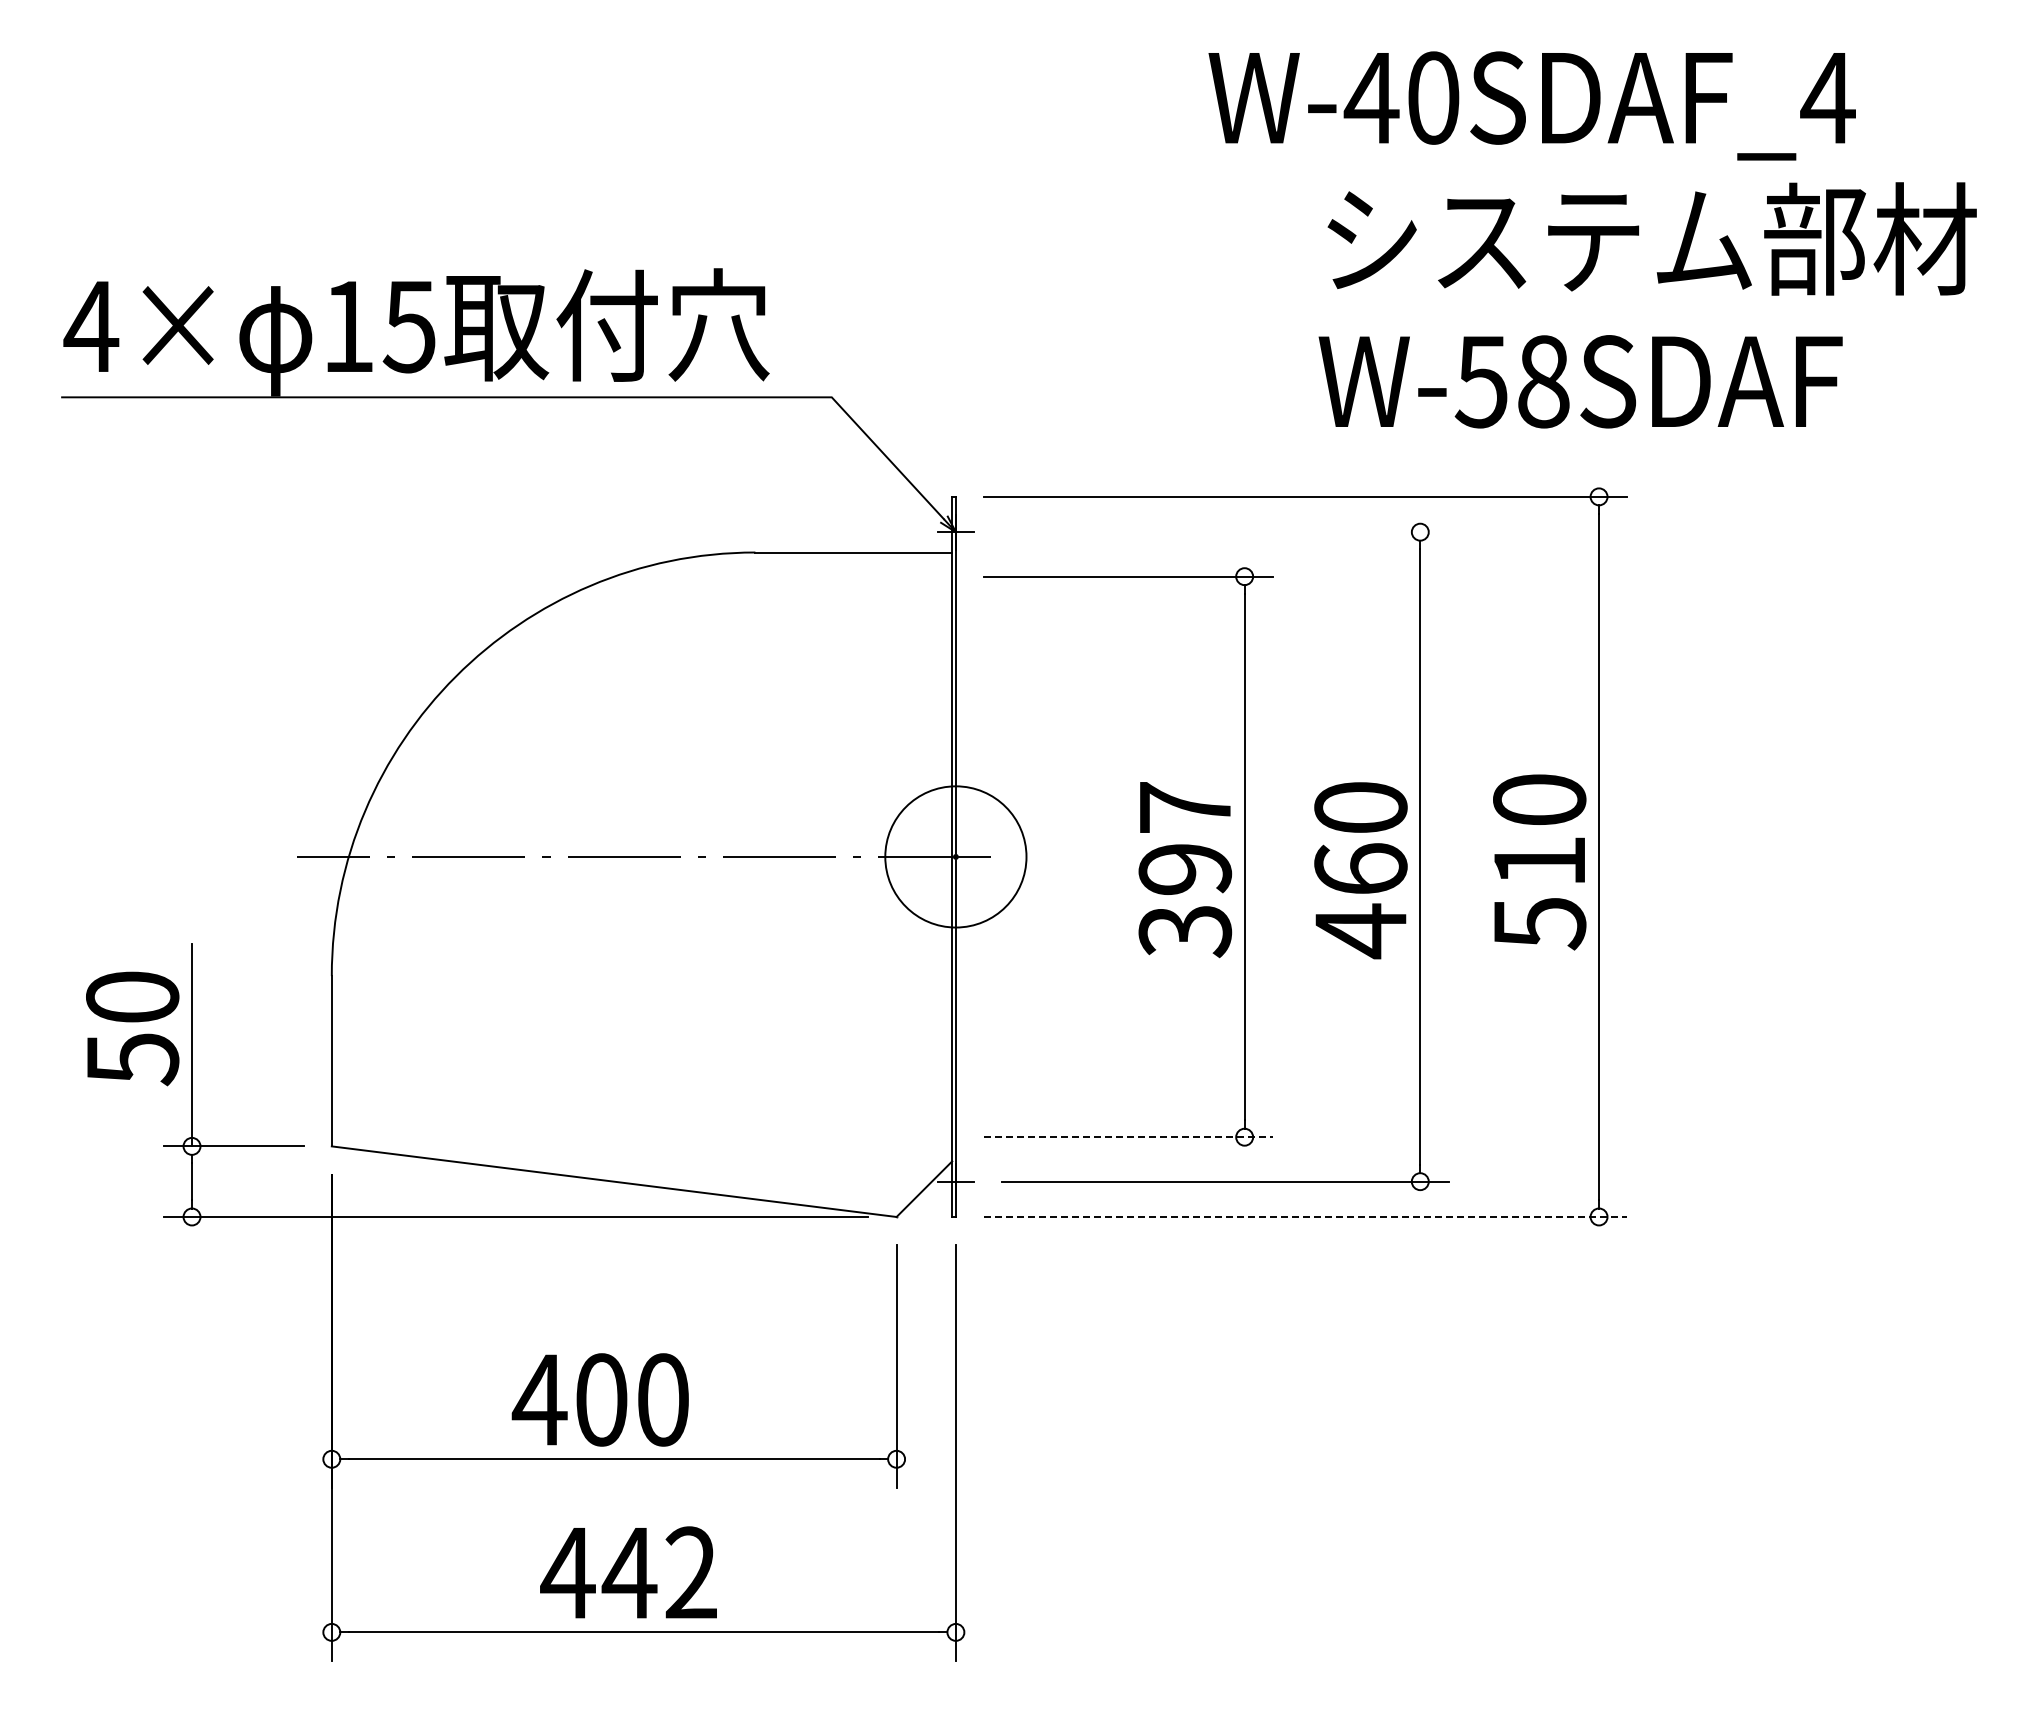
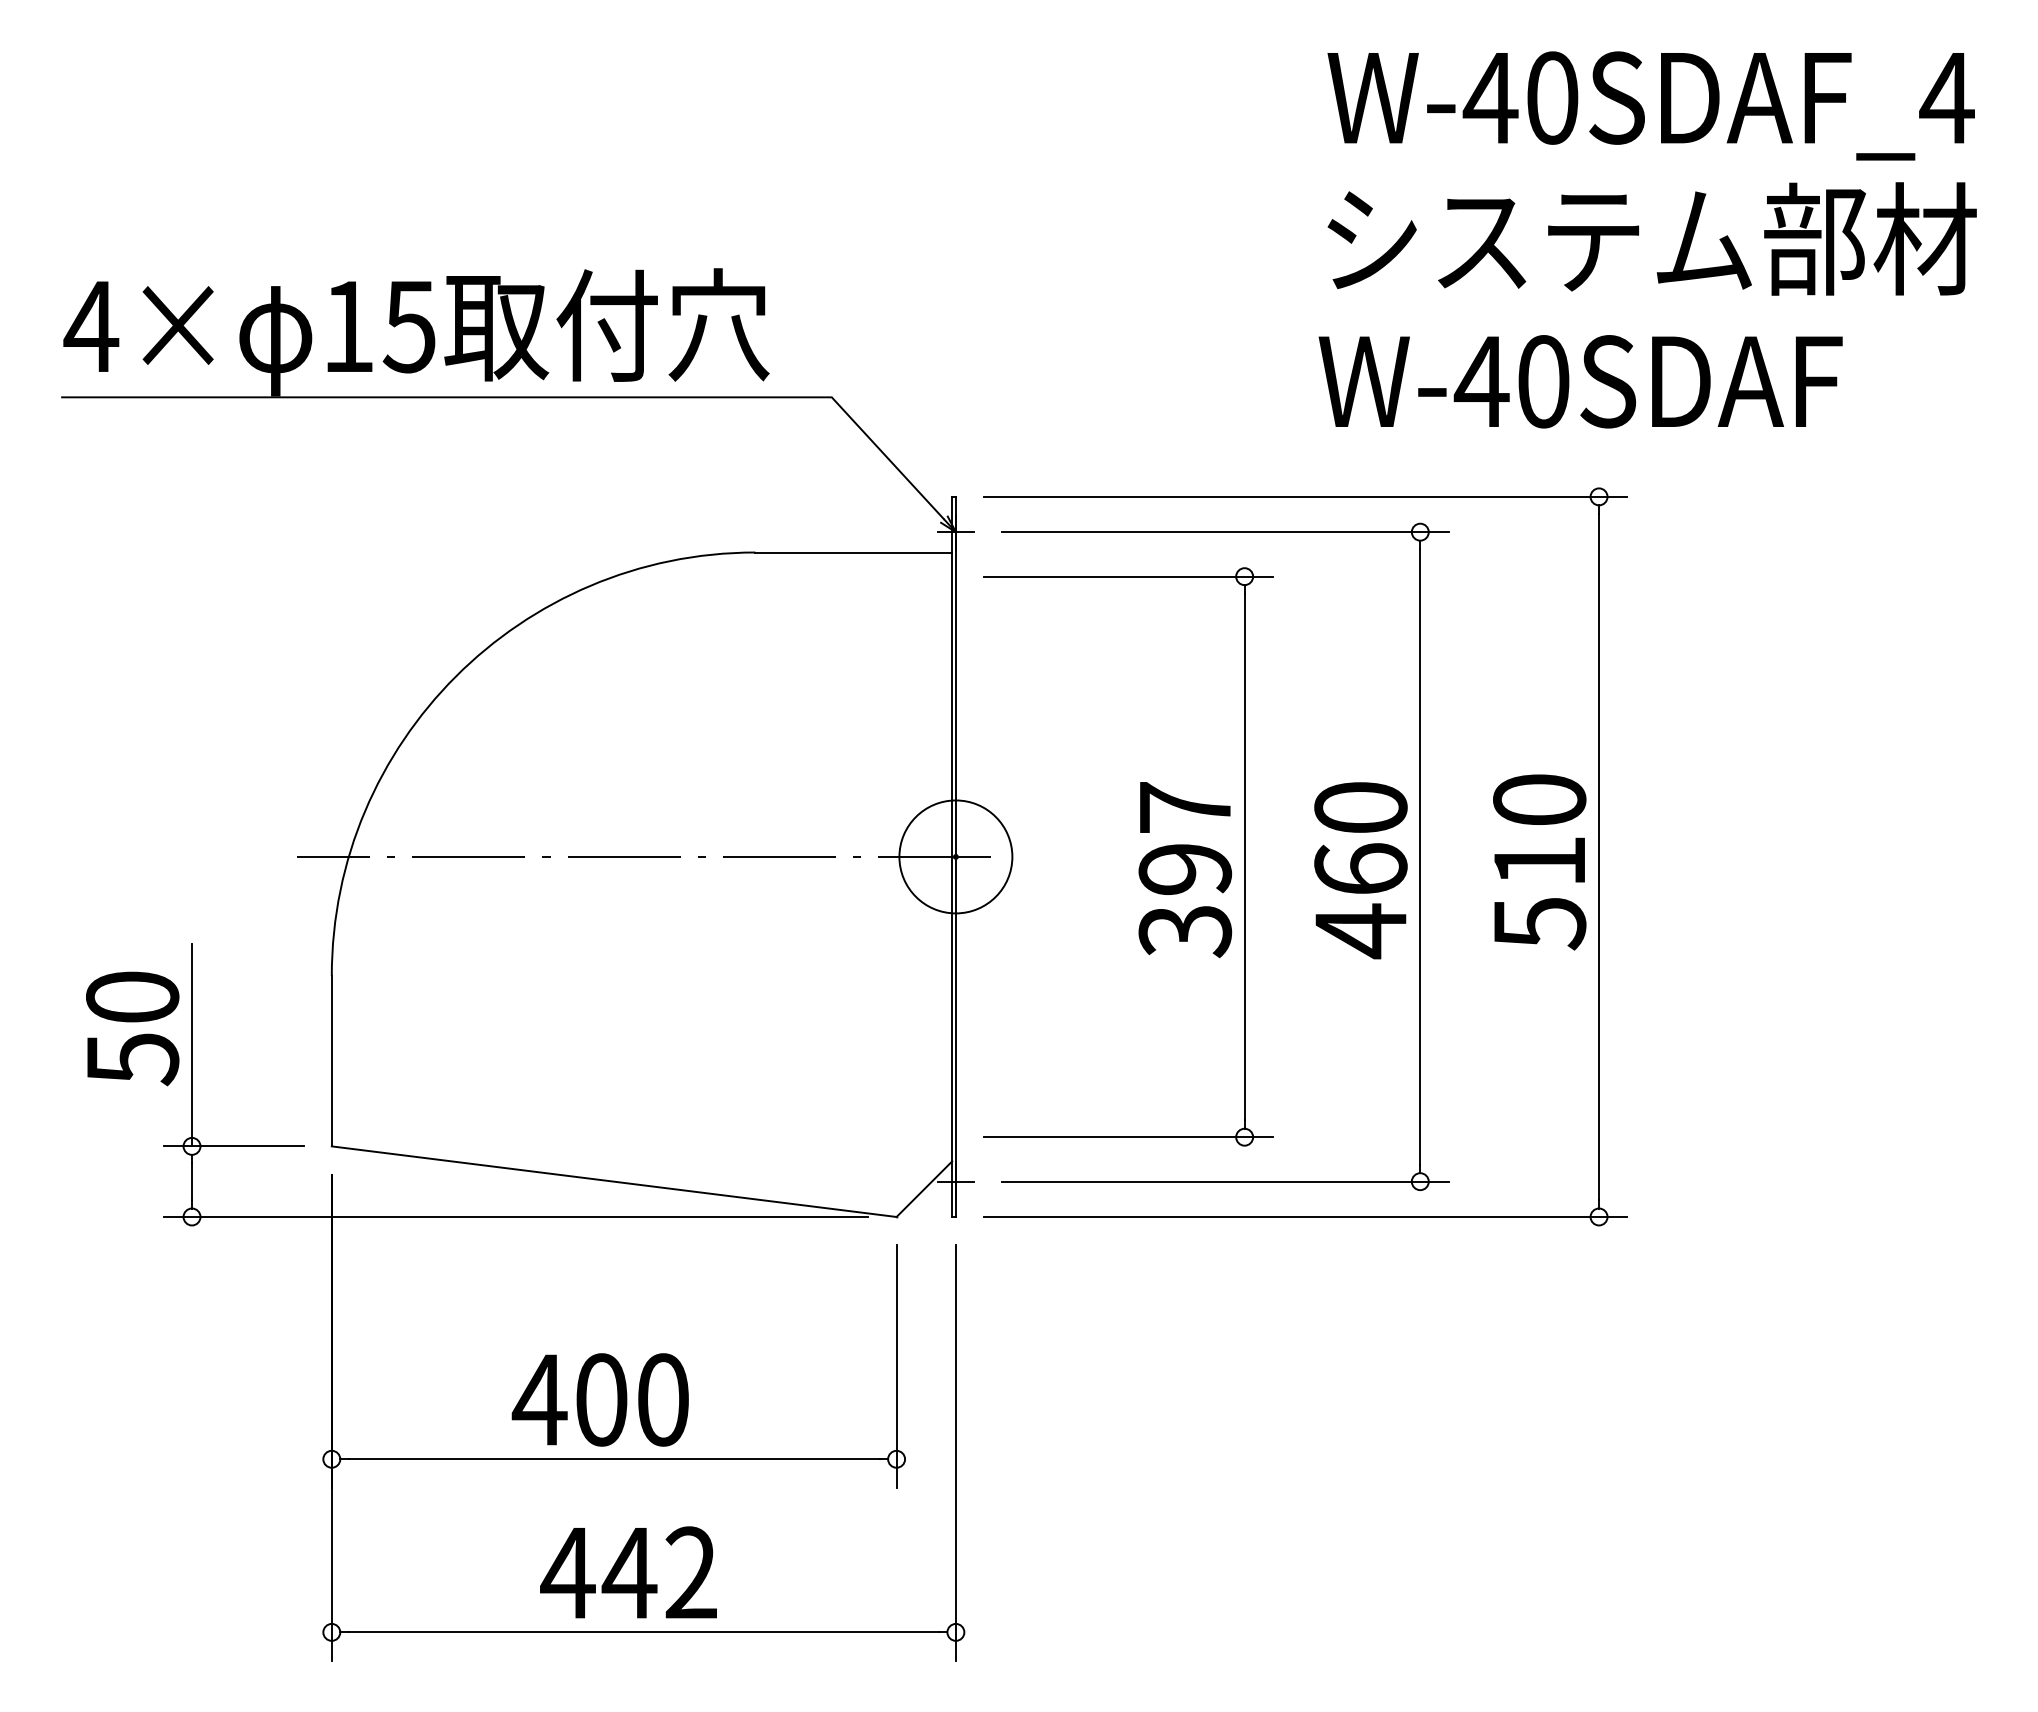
text at (1531, 105) position: (1531, 105) -> (1650, 105)
text at (1511, 381): W-58SDAF -> W-40SDAF
line at (1224, 532): none -> present
circle at (955, 856) diameter: 141 px -> 113 px
line at (1129, 1137): dashed -> solid
line at (1305, 1216): dashed -> solid
